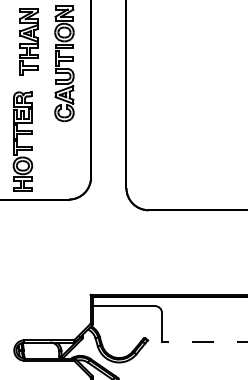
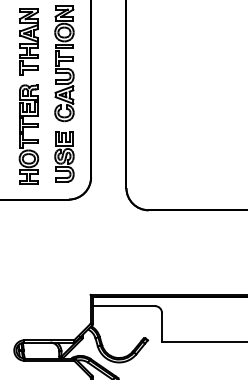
part at (22, 141) position: (22, 141) -> (28, 134)
part at (64, 156): none -> present
line at (205, 341): dashed -> solid
